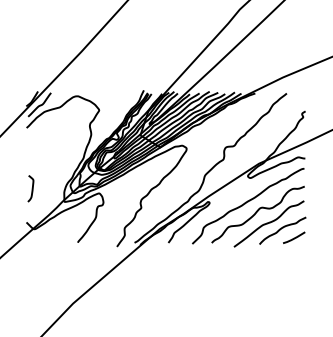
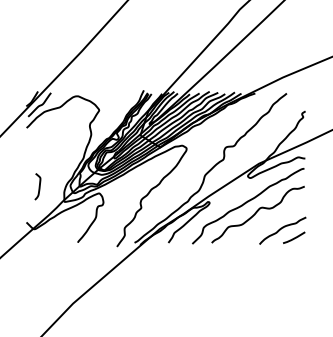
curve at (31, 188) position: (31, 188) -> (38, 186)
curve at (268, 223): present -> none
